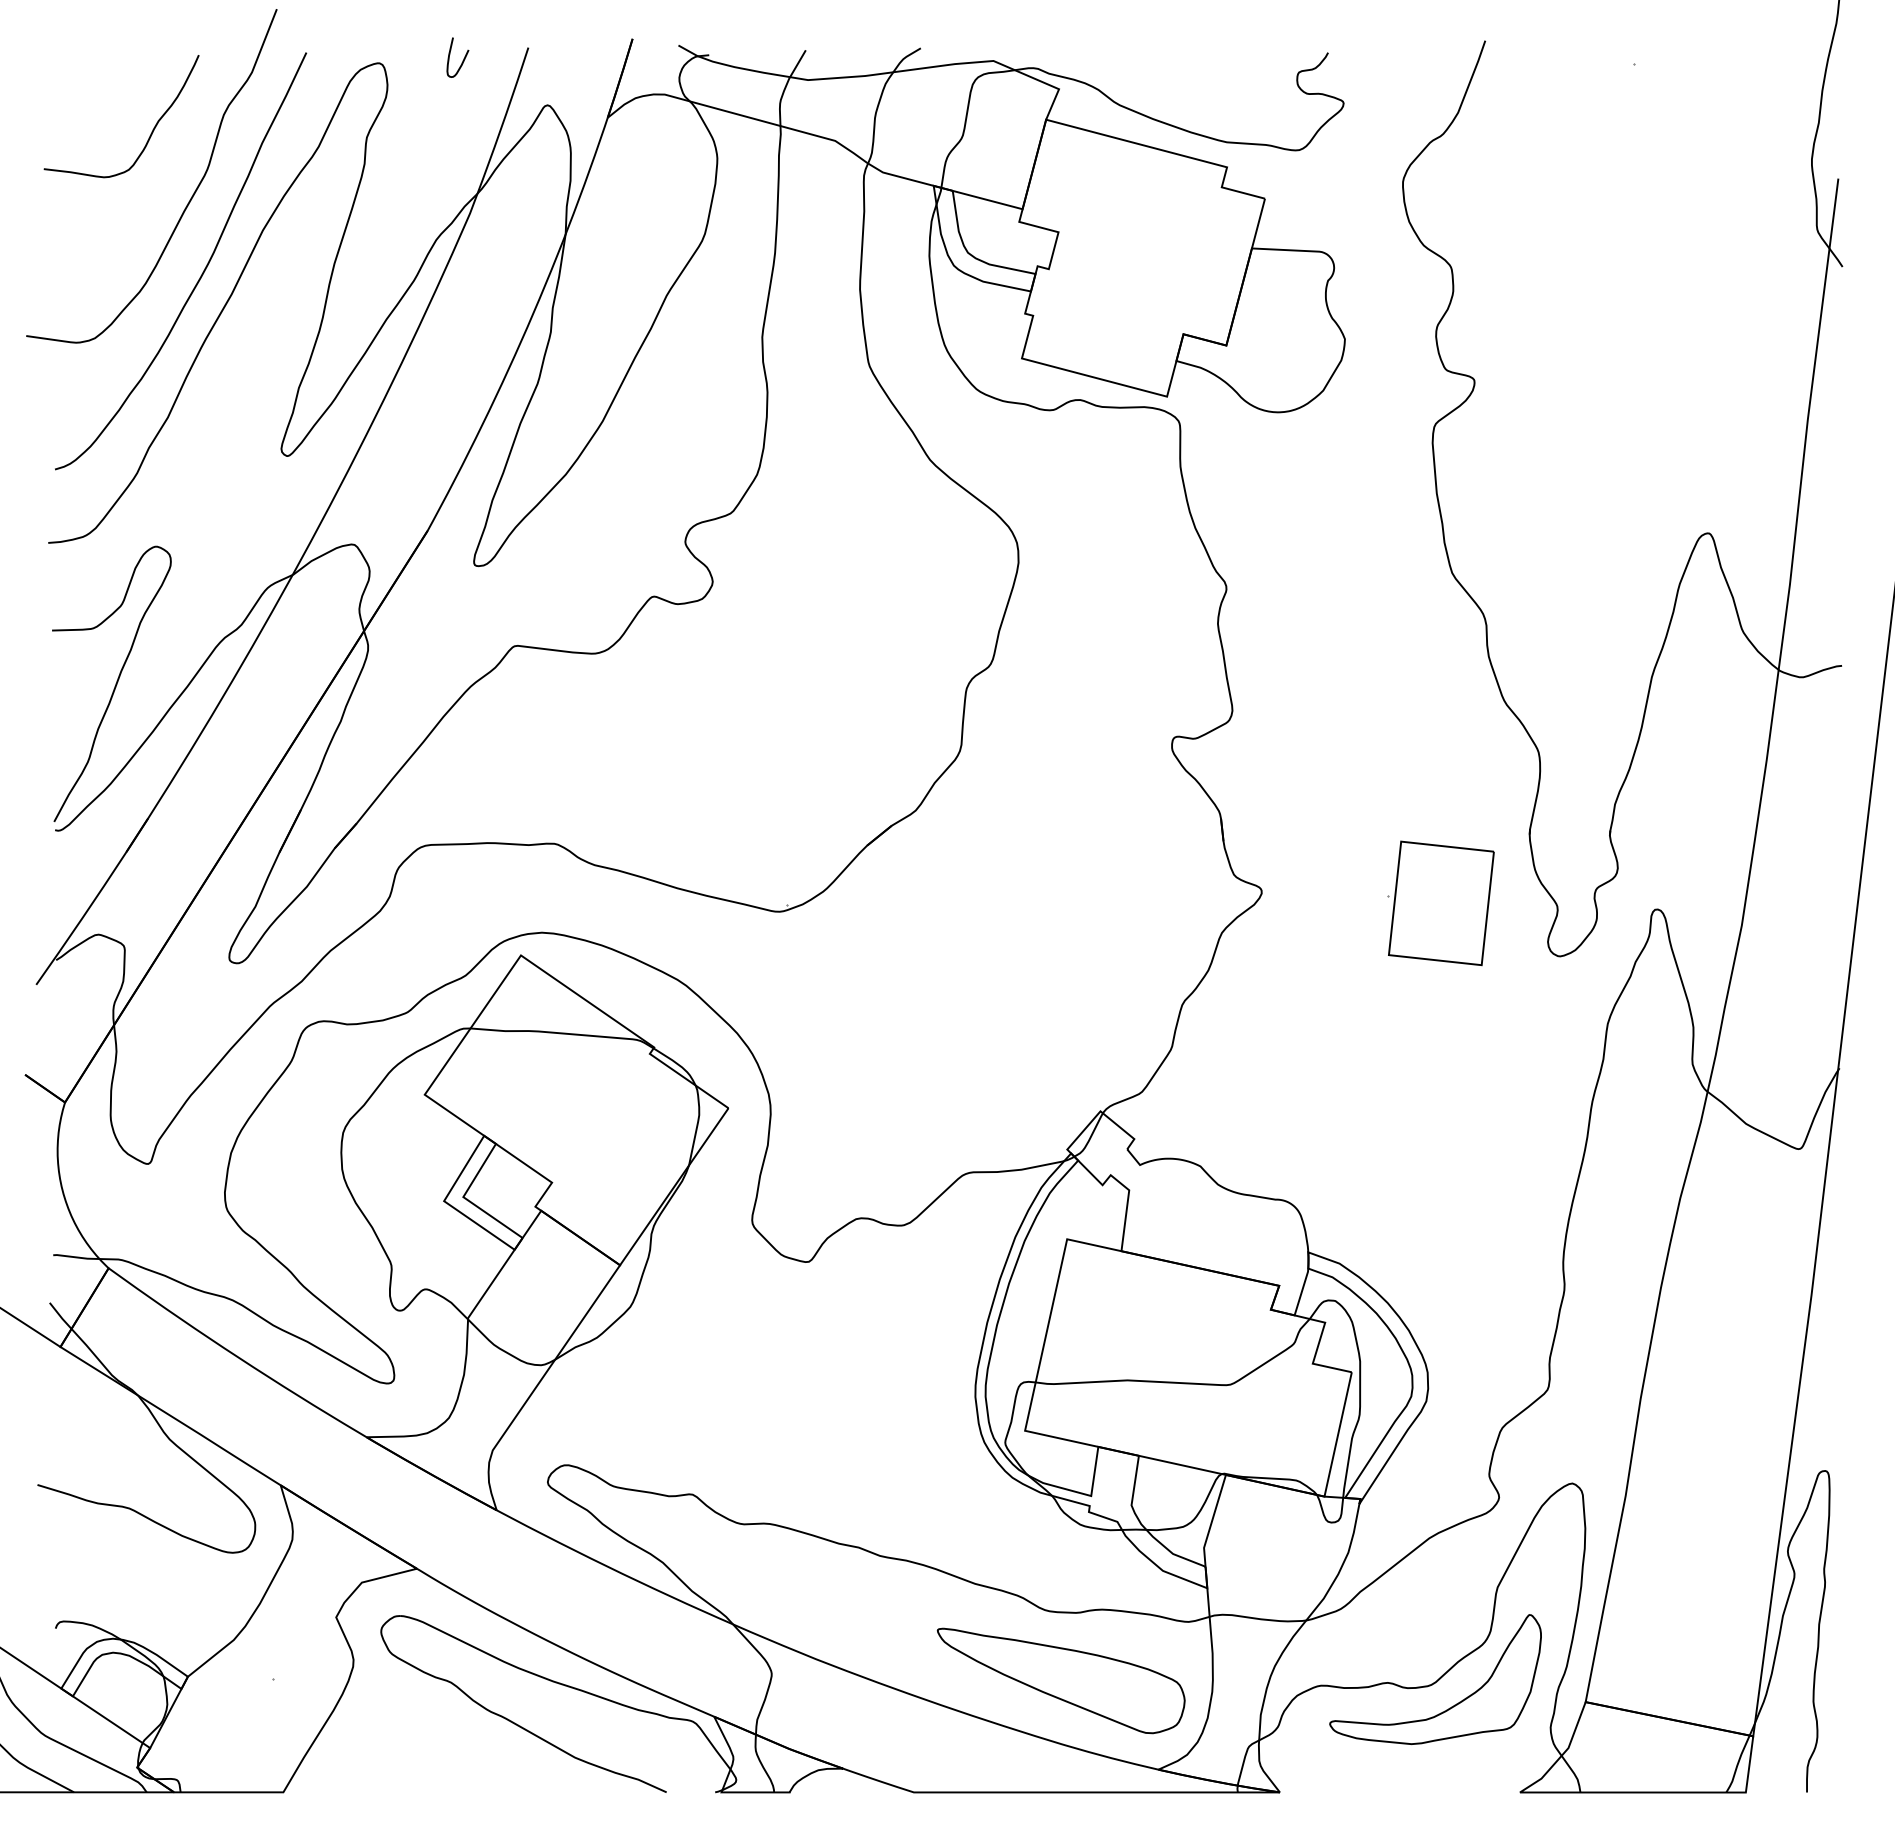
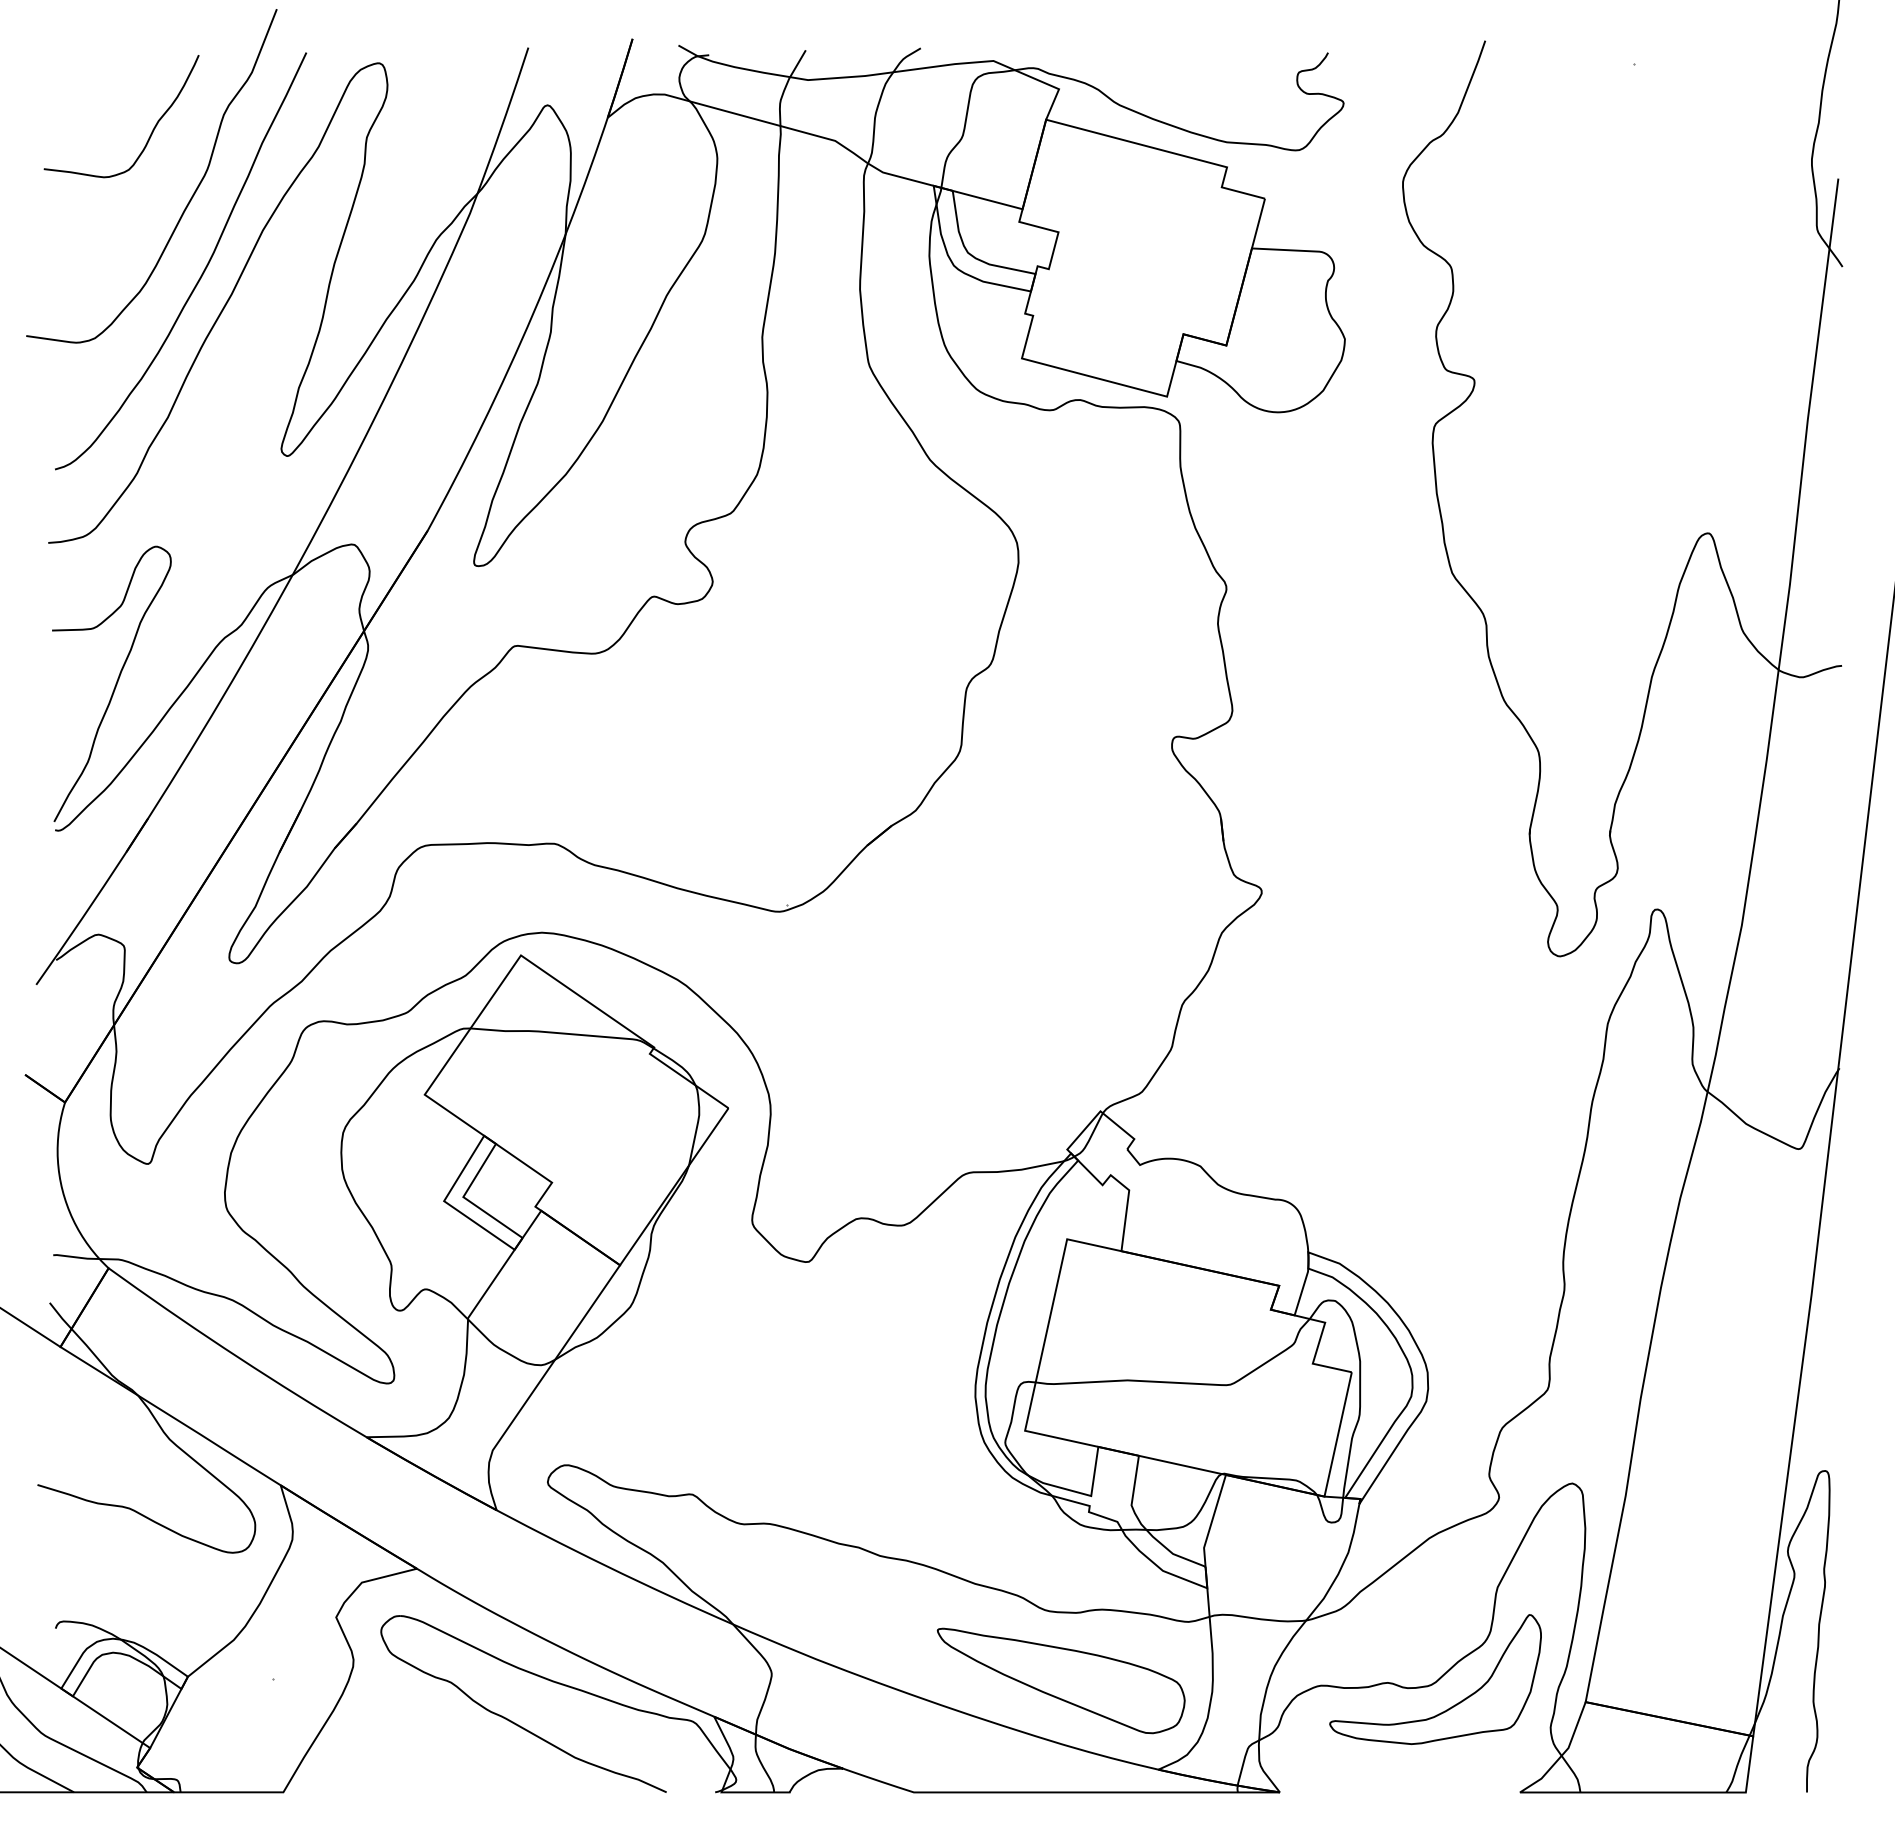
curve at (462, 60): present -> none
part at (1440, 903): present -> none
